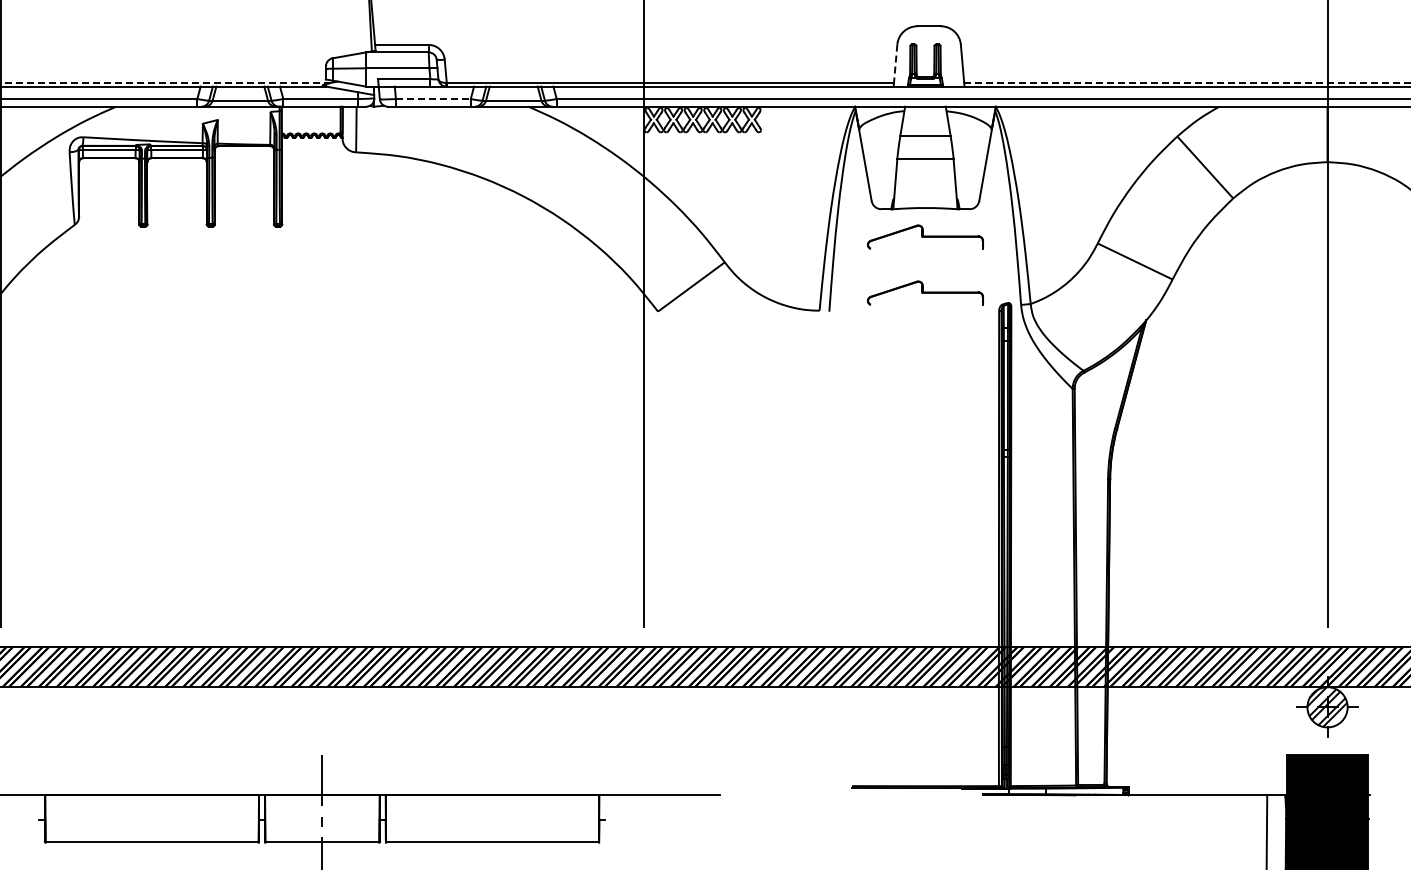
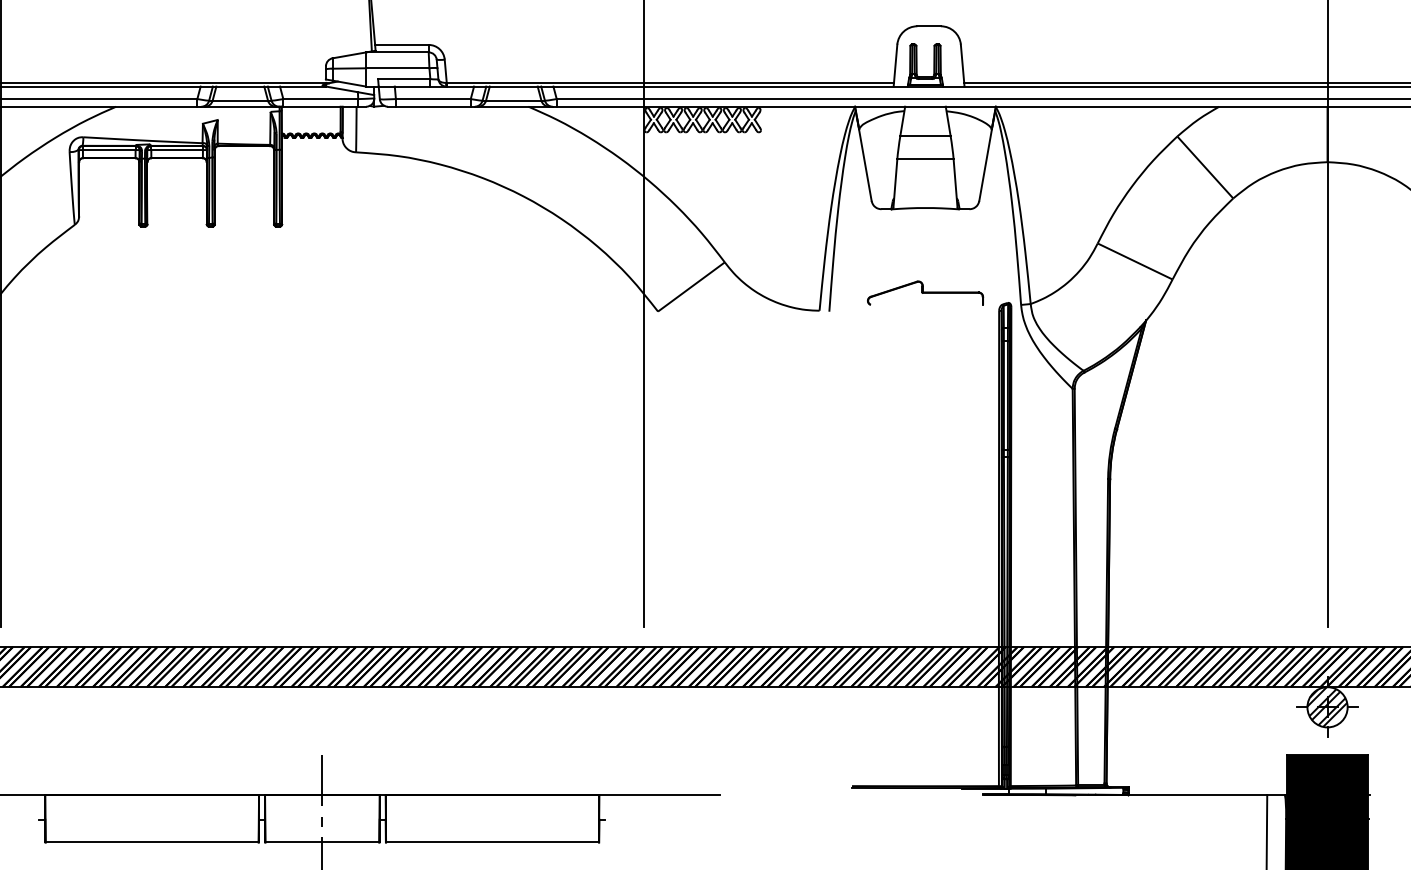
line at (895, 64): dashed -> solid
line at (162, 82): dashed -> solid
line at (1188, 82): dashed -> solid
line at (433, 99): dashed -> solid
part at (925, 236): present -> none
